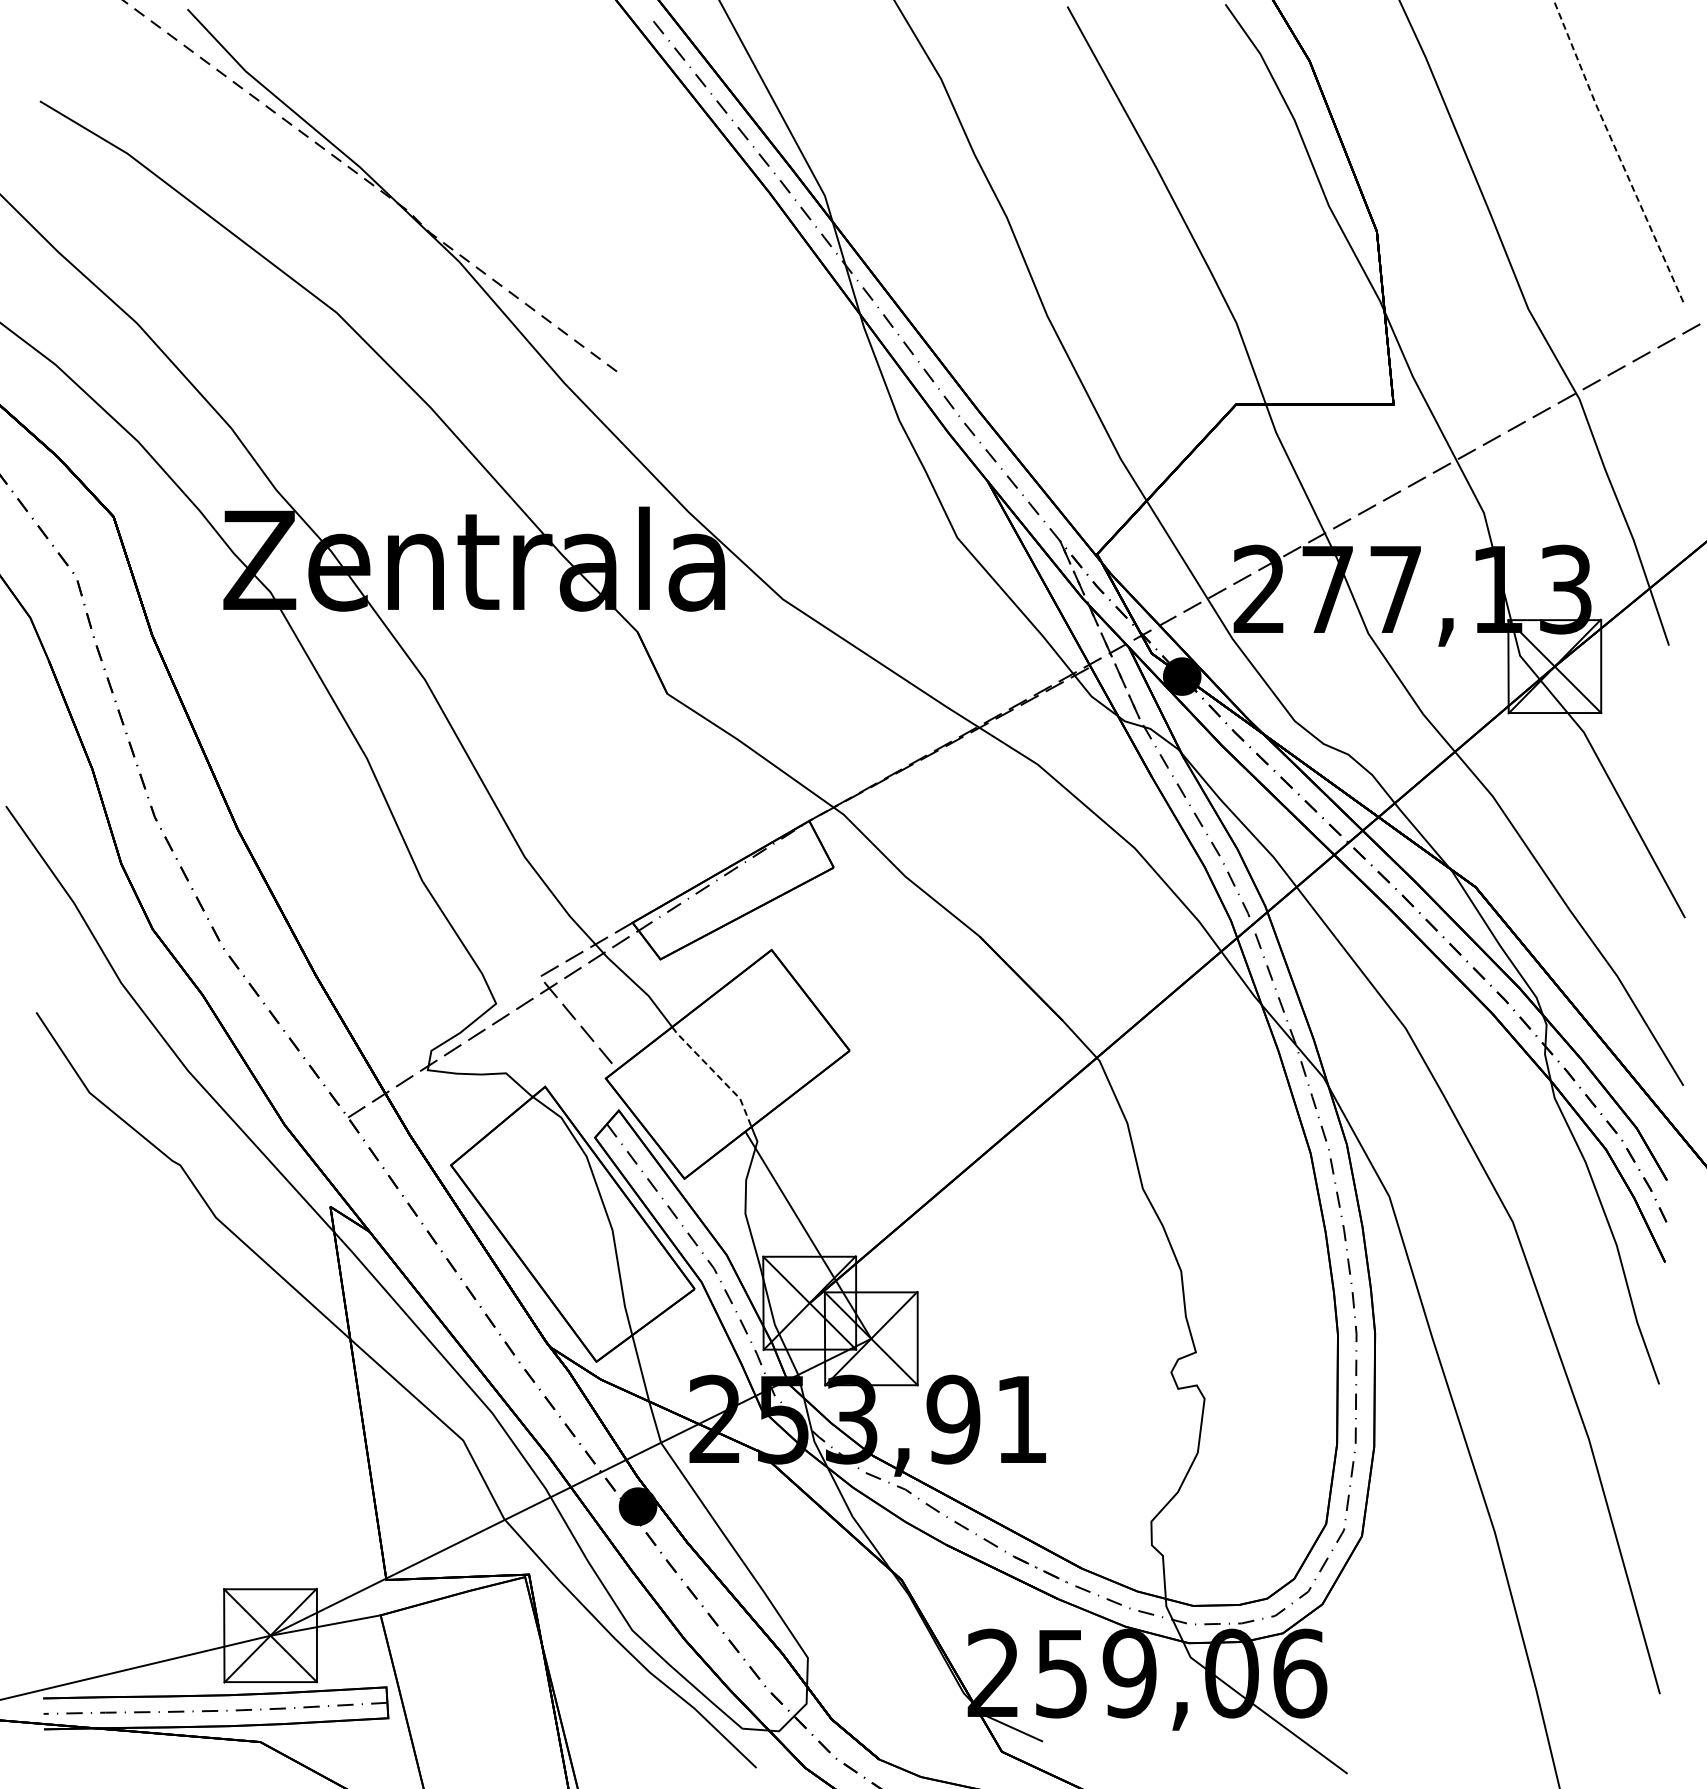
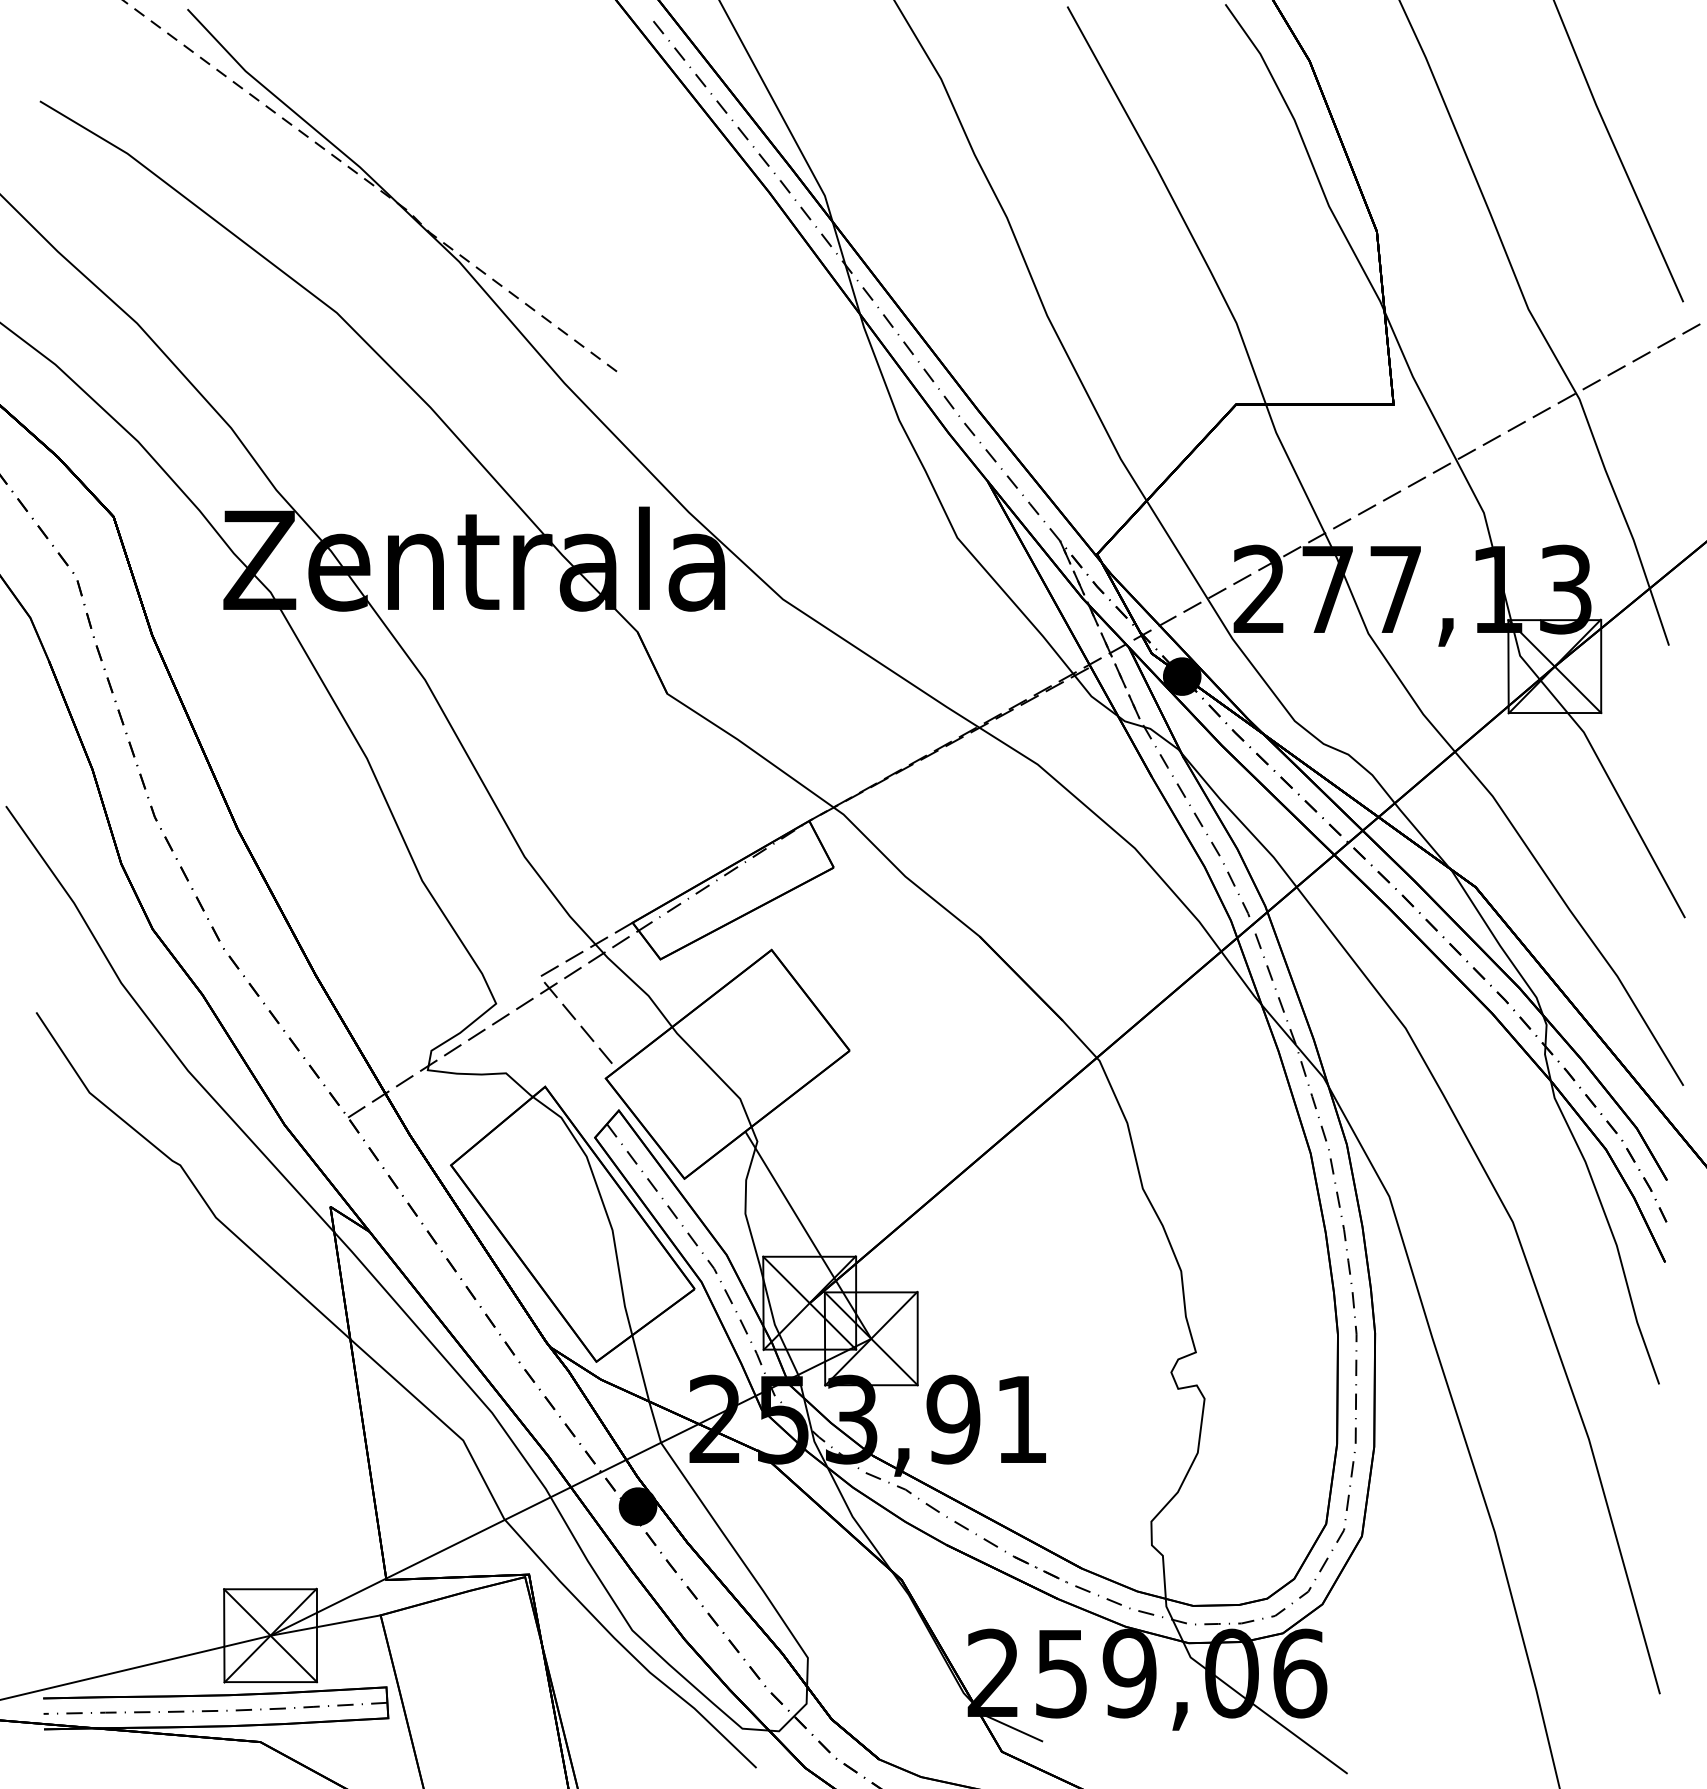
line at (1616, 151): dashed -> solid
line at (716, 1074): dashed -> solid
